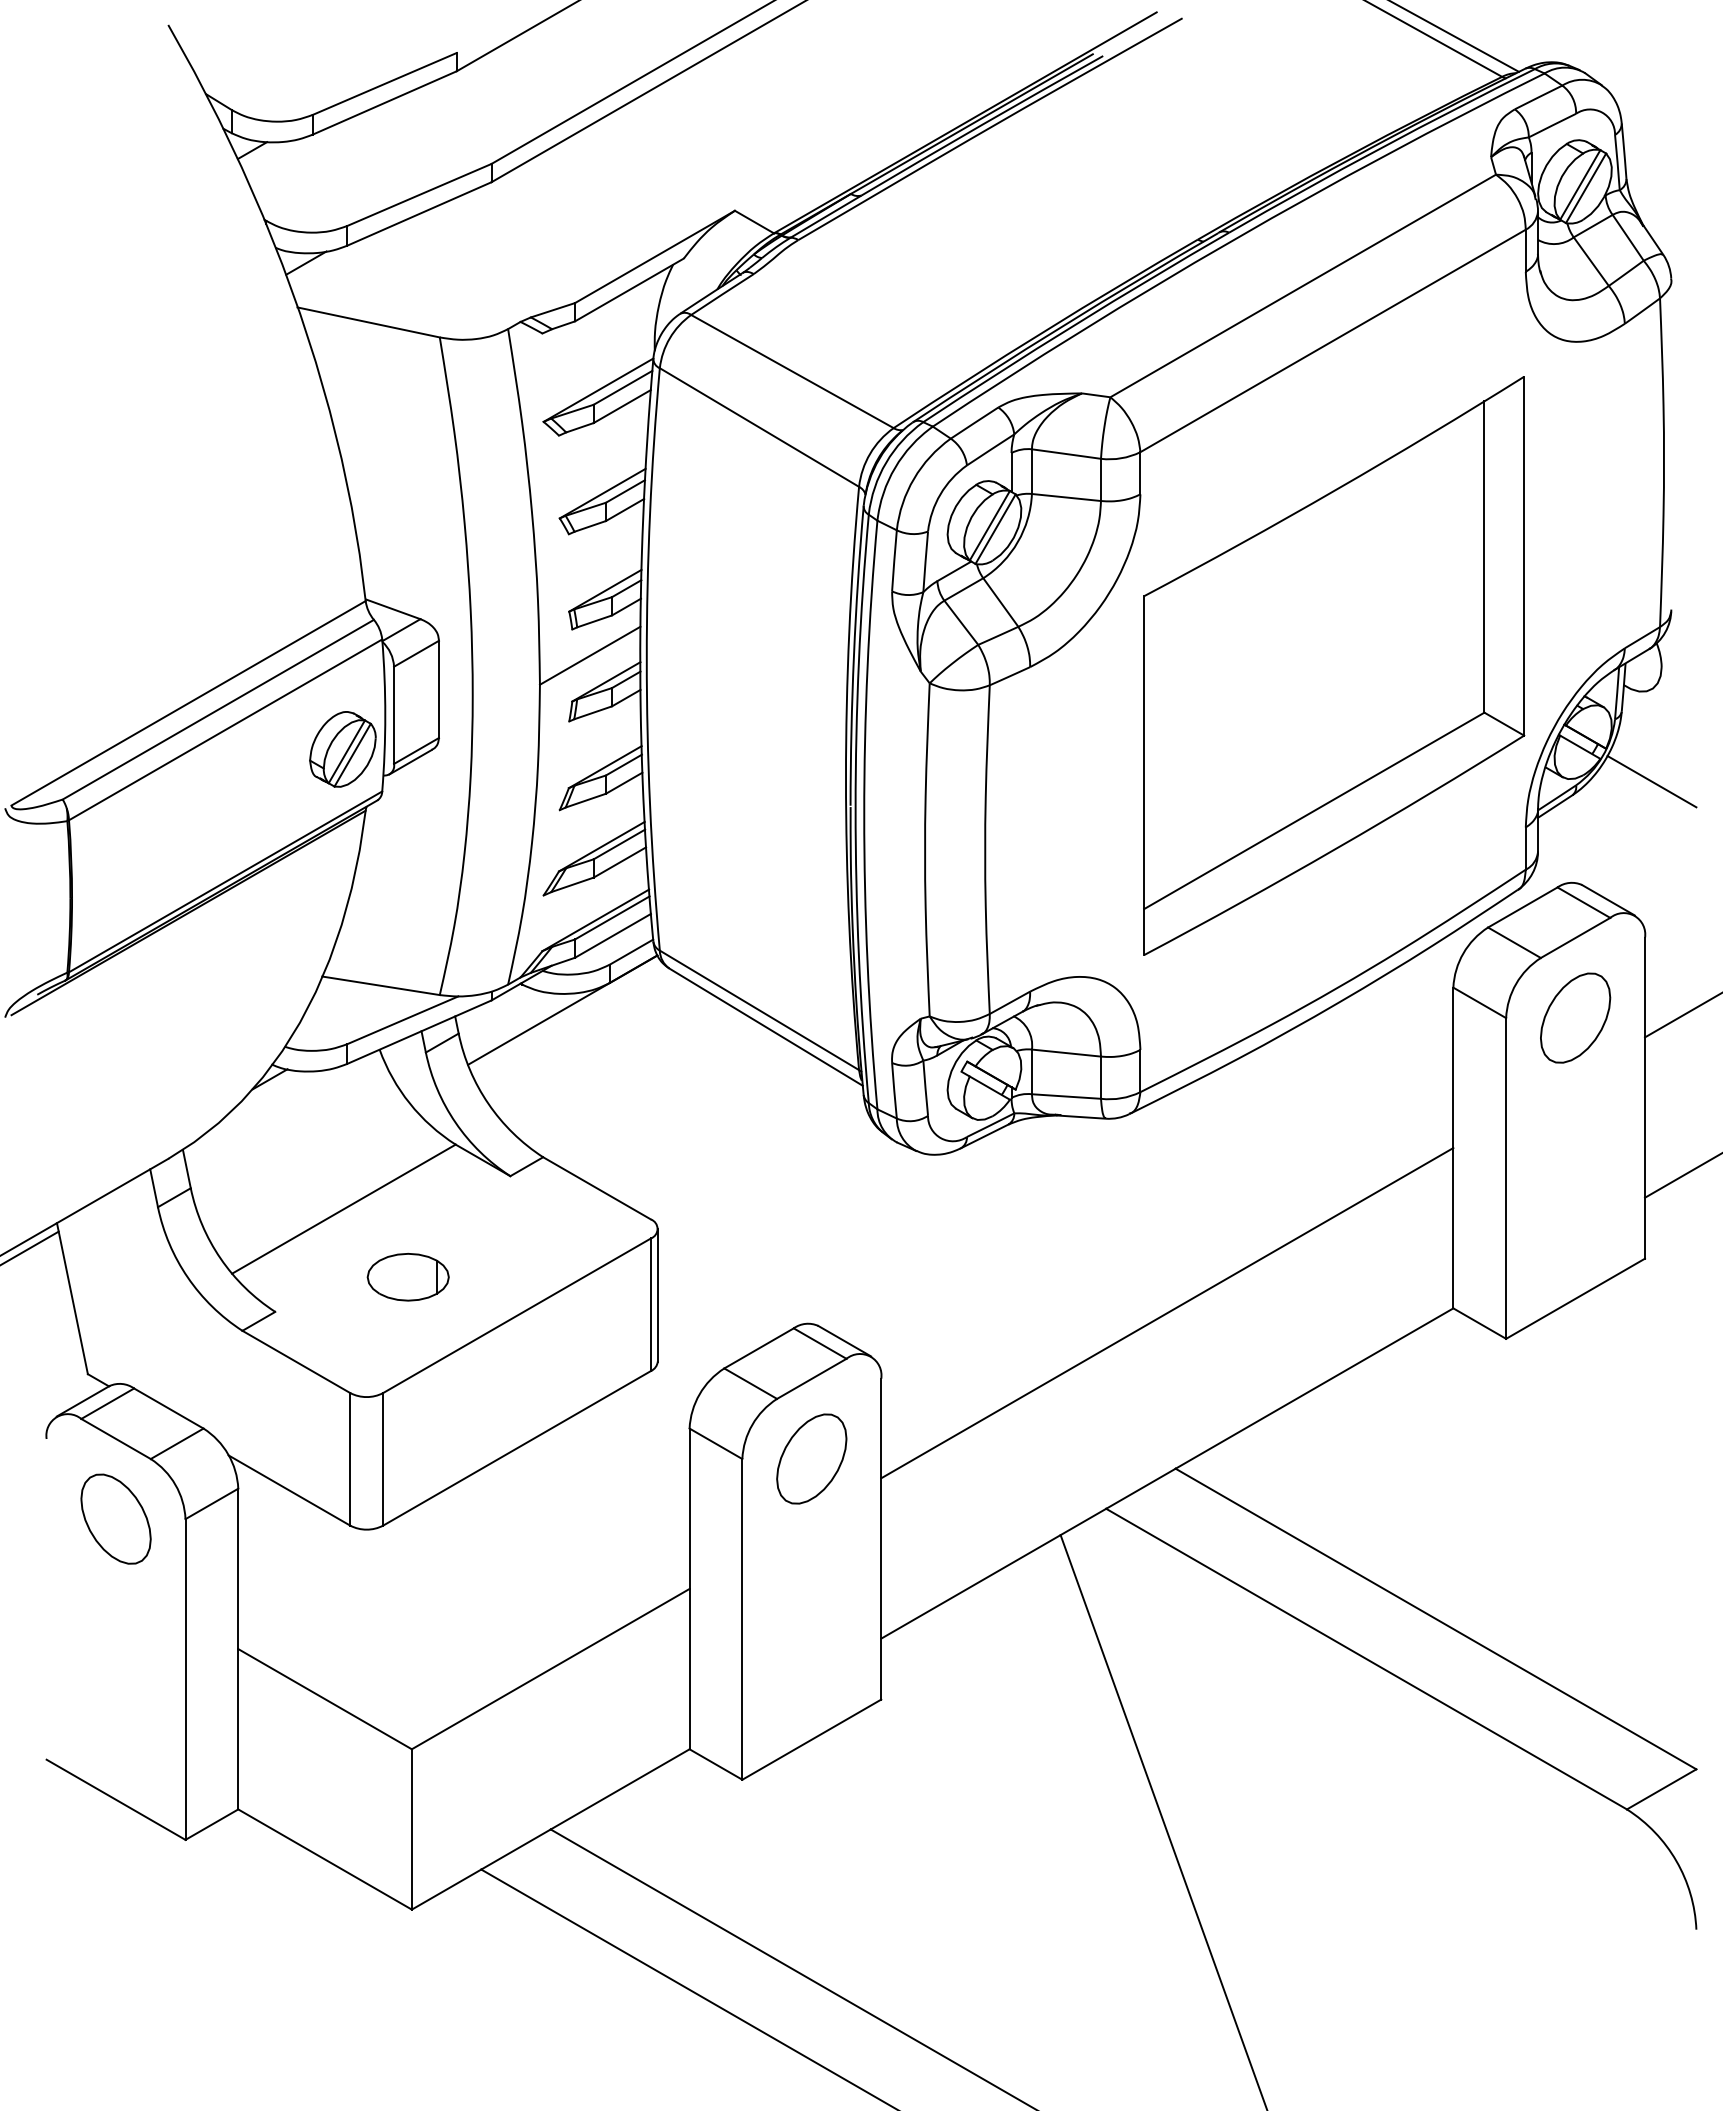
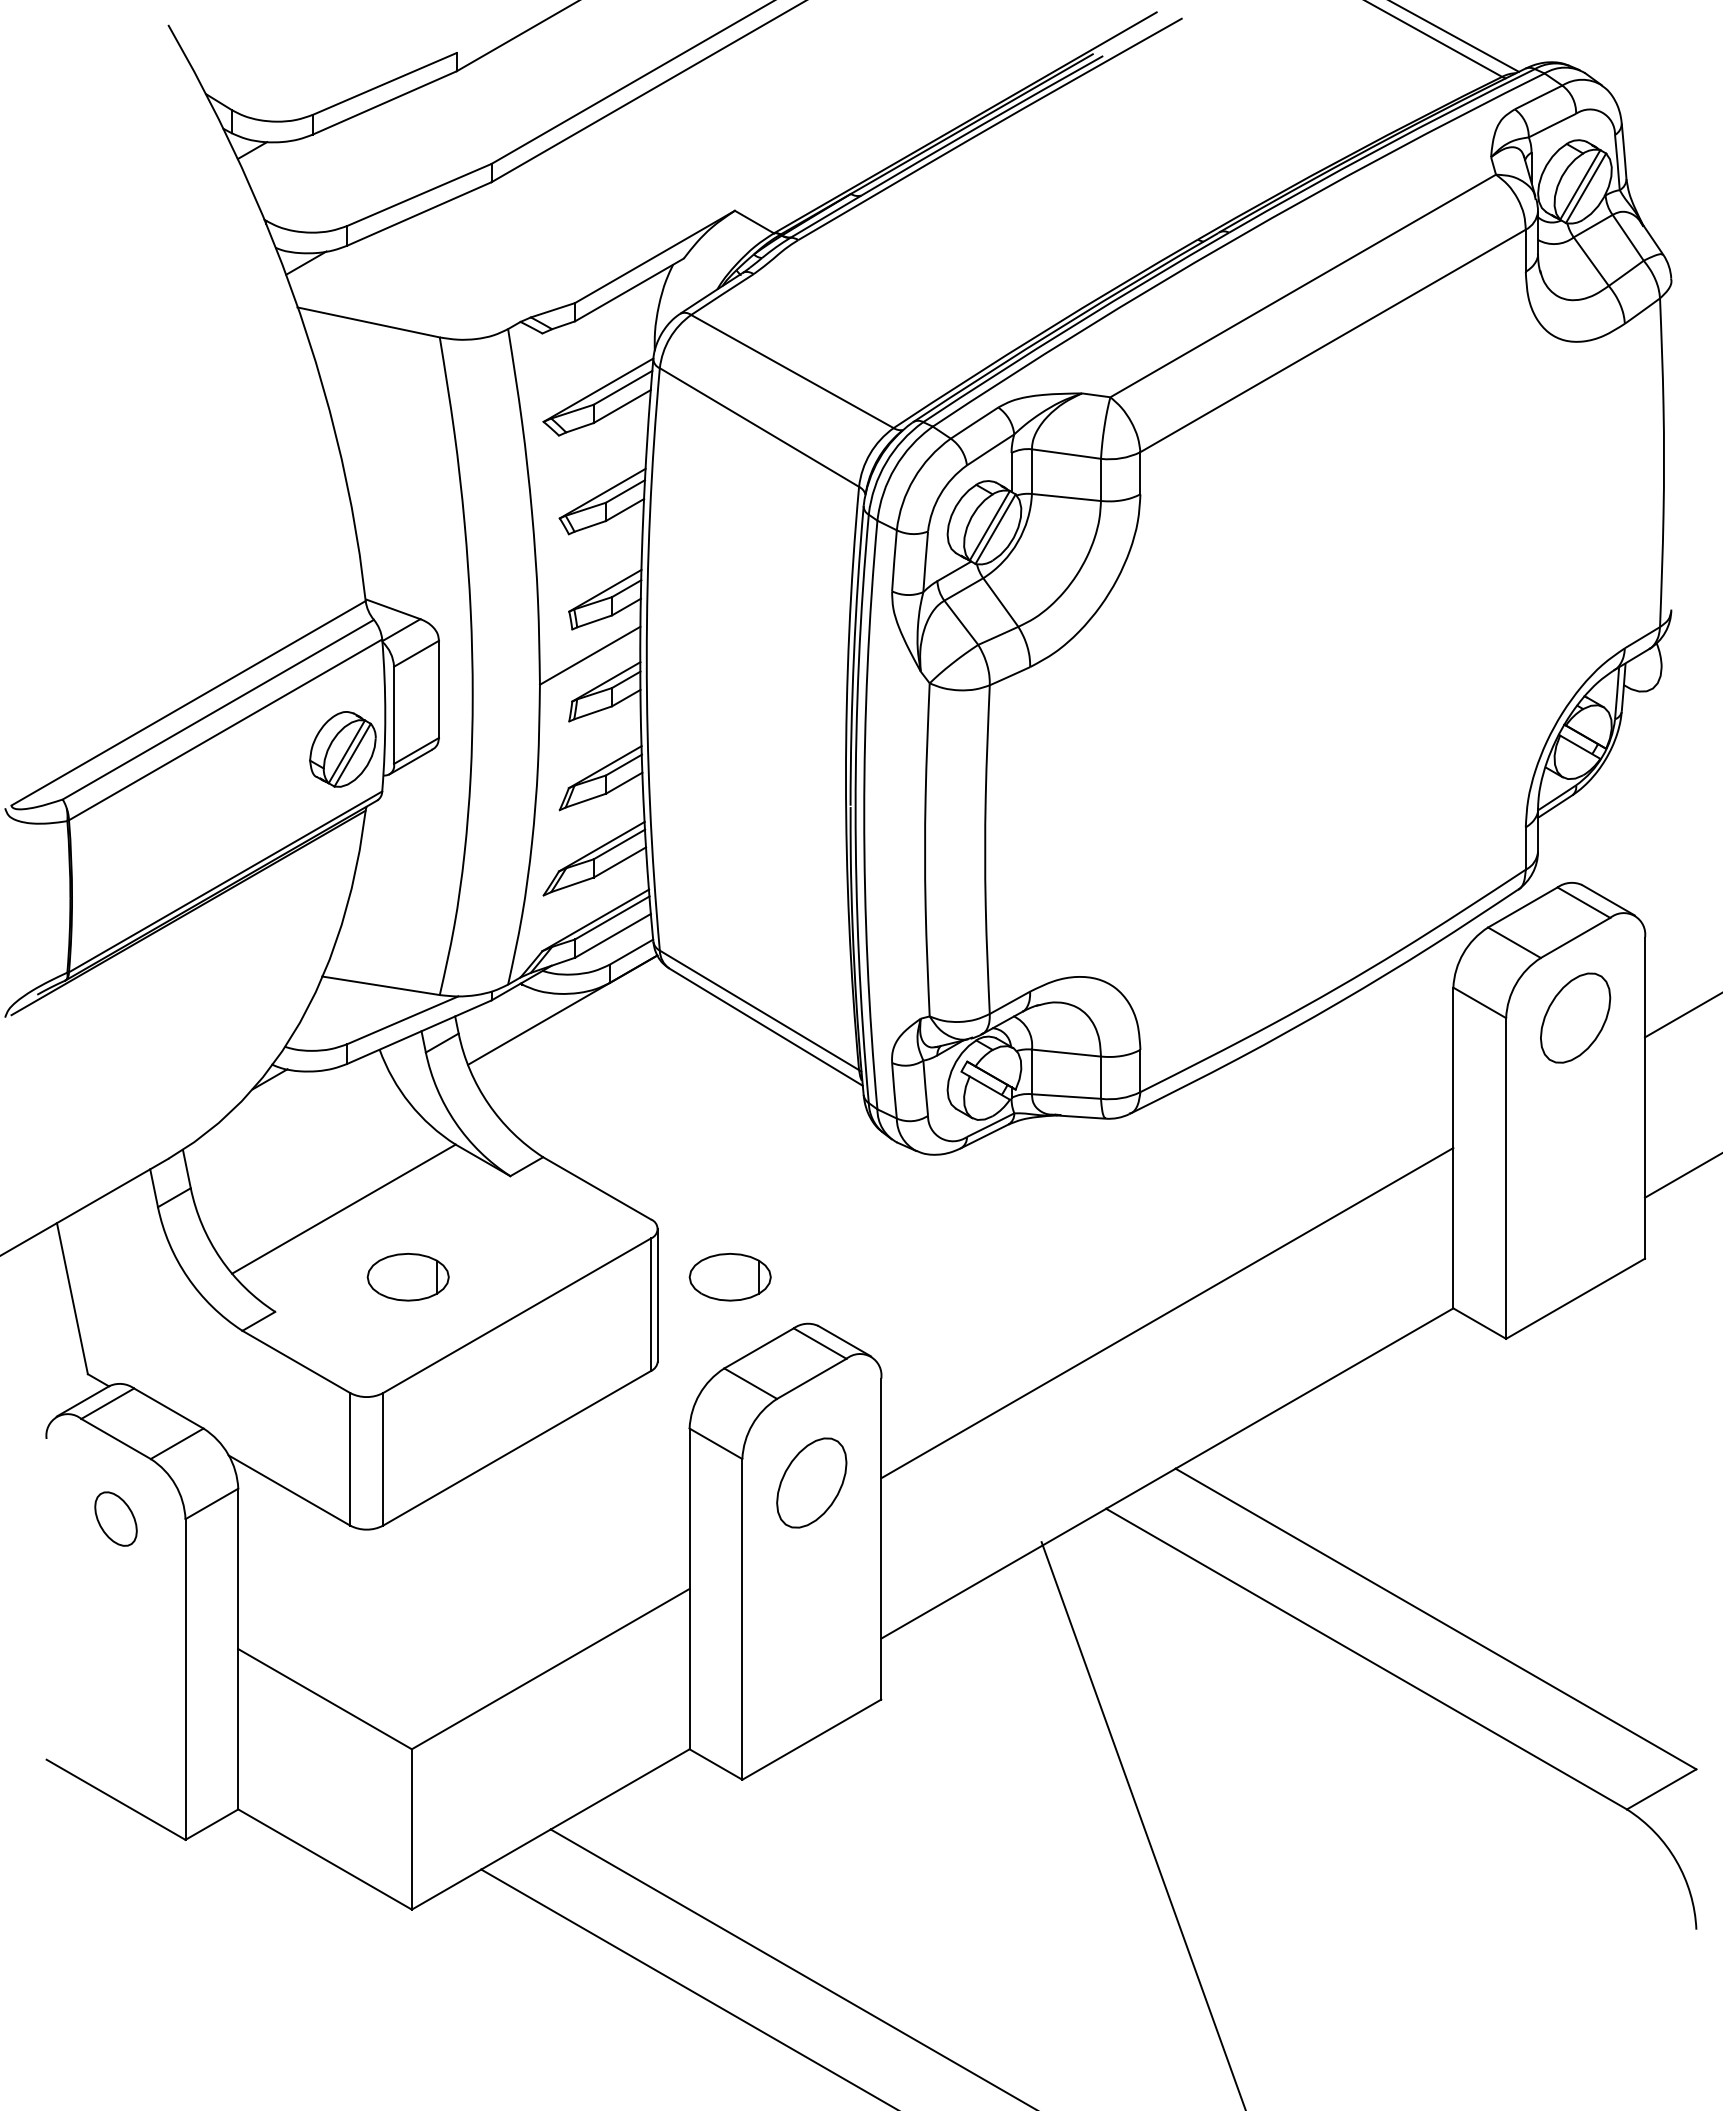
part at (1334, 665): present -> none
line at (1651, 781): present -> none
line at (30, 1247): present -> none
part at (729, 1277): none -> present
part at (811, 1458) position: (811, 1458) -> (811, 1482)
part at (115, 1518) size: 72x92 px -> 44x56 px
line at (1163, 1821) position: (1163, 1821) -> (1142, 1824)
